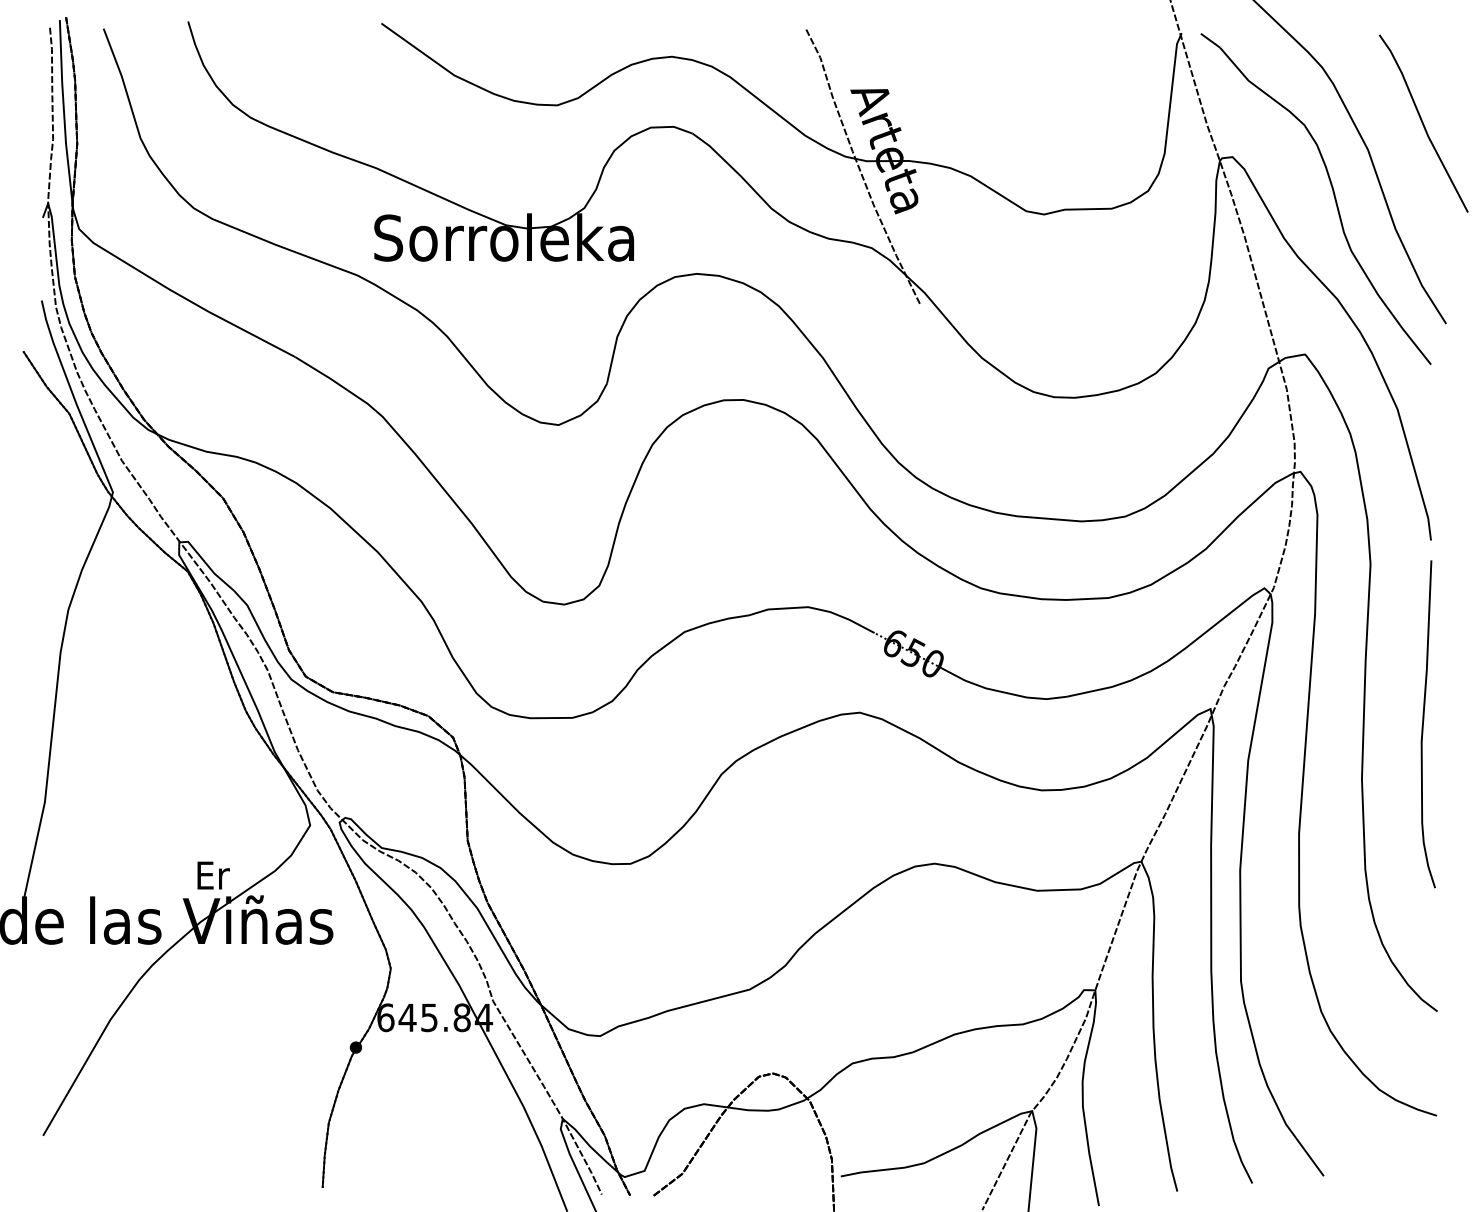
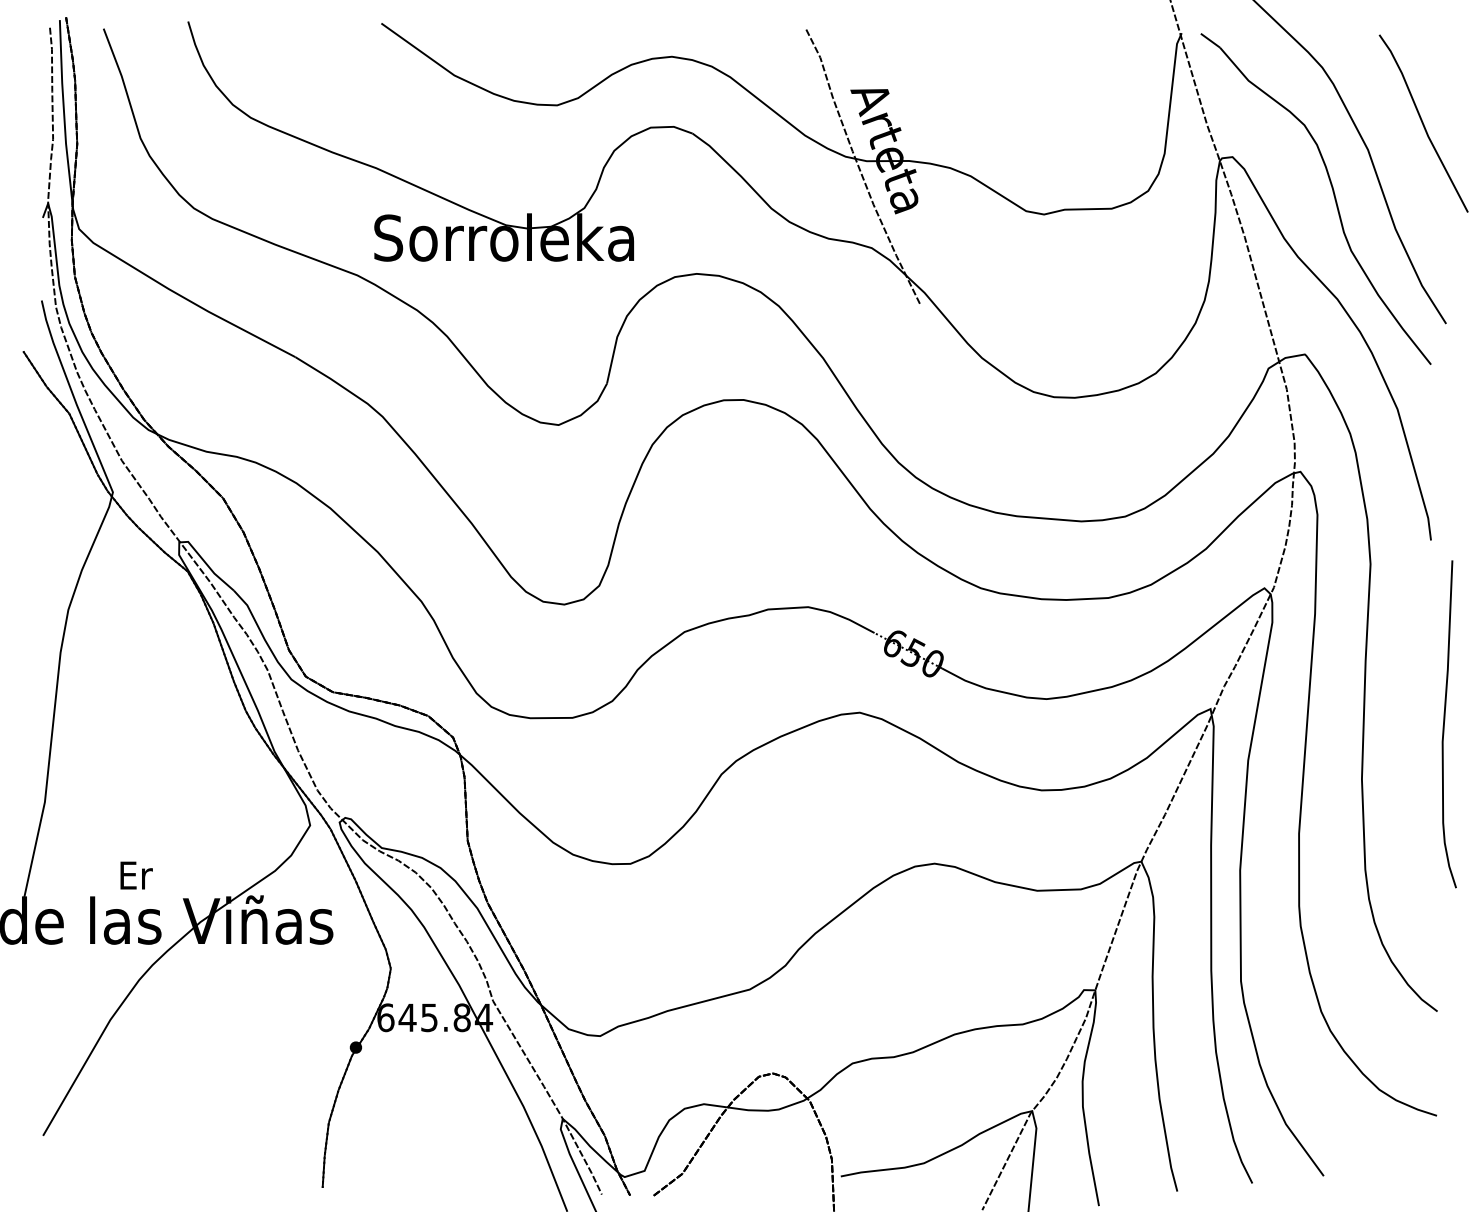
curve at (1423, 724) position: (1423, 724) -> (1444, 724)
text at (213, 875) position: (213, 875) -> (136, 875)
